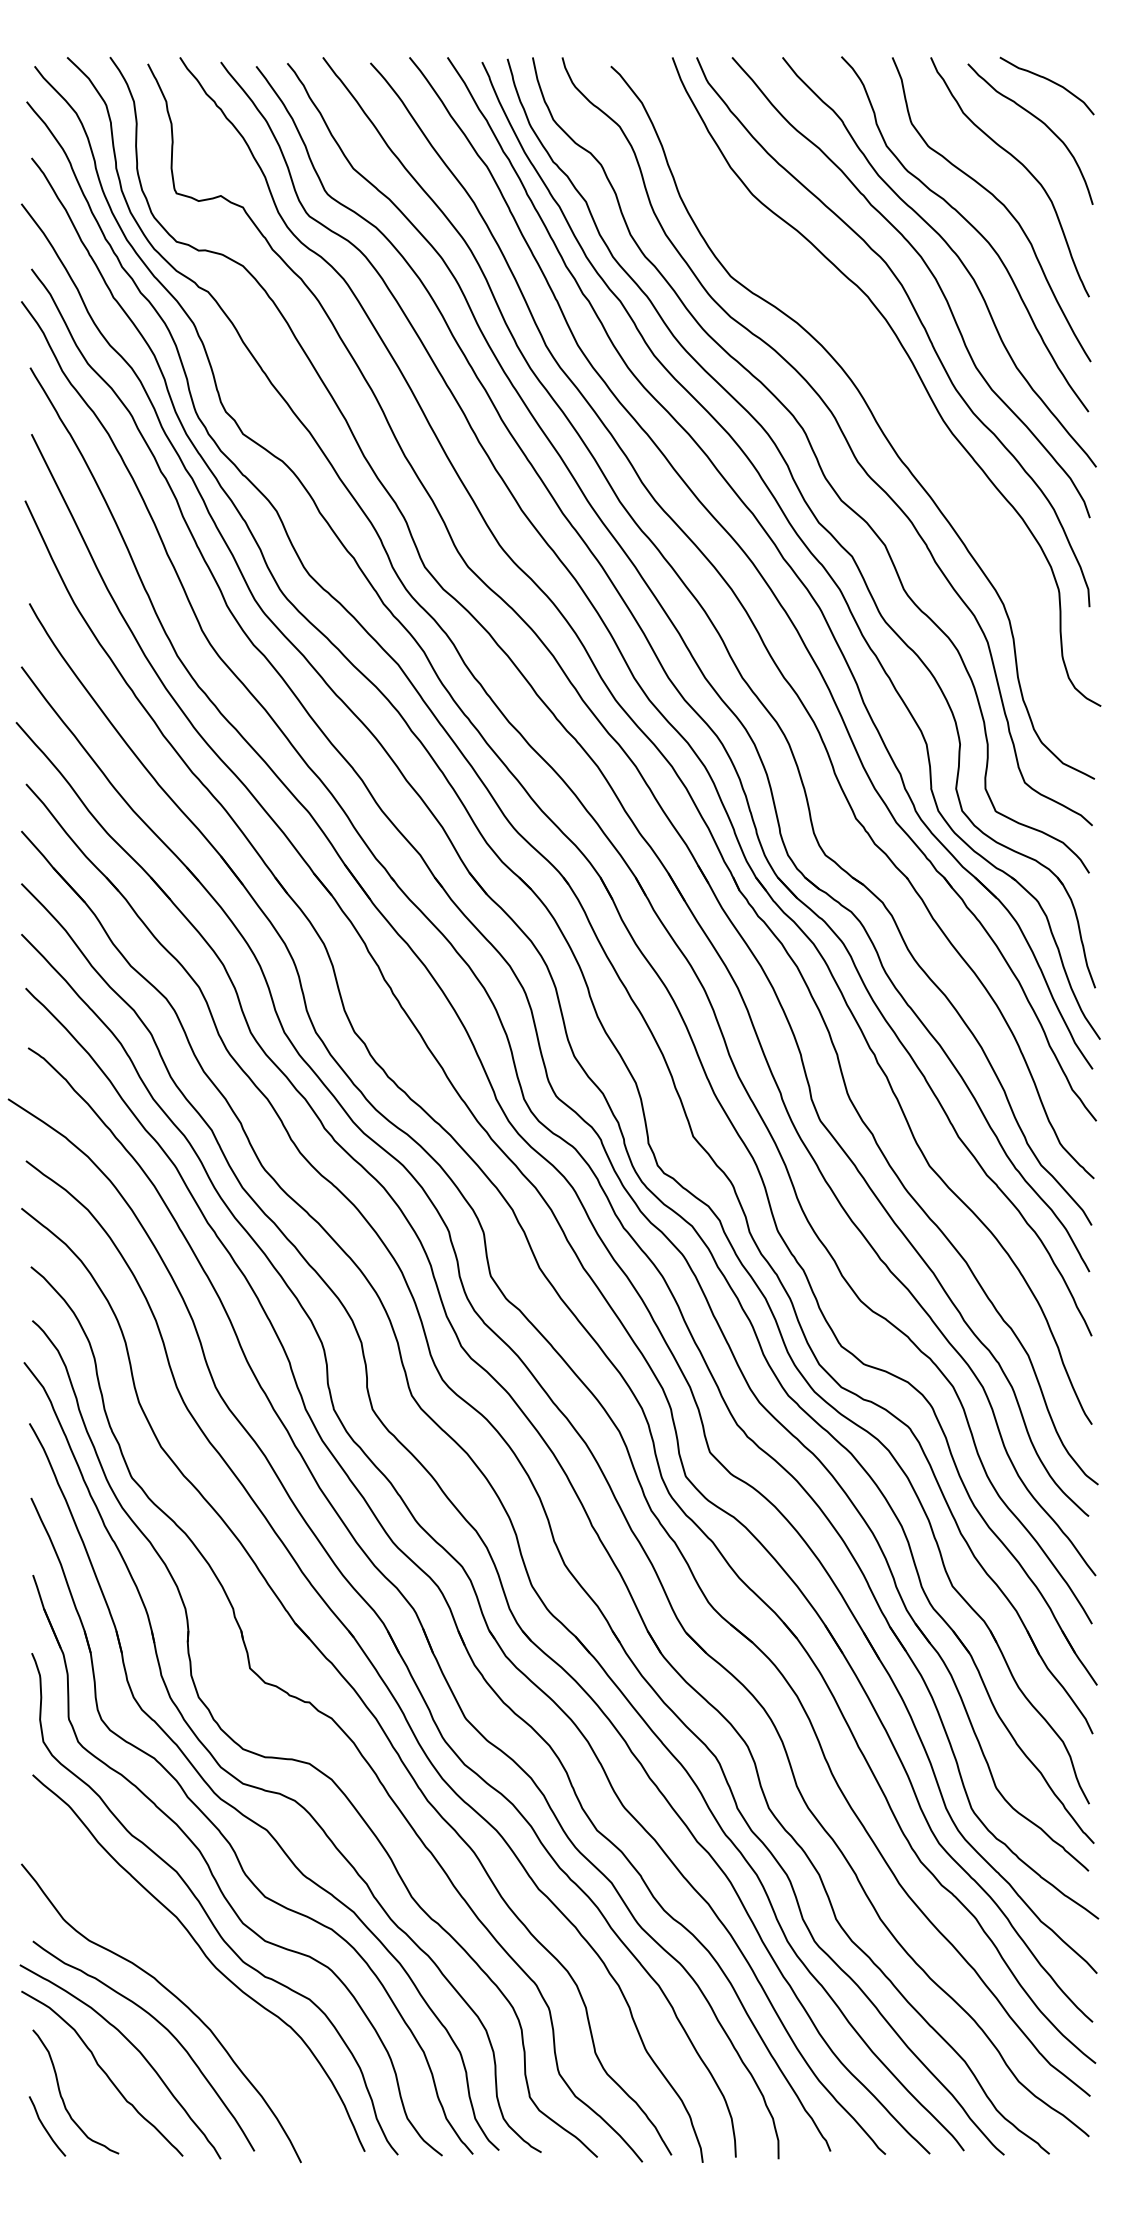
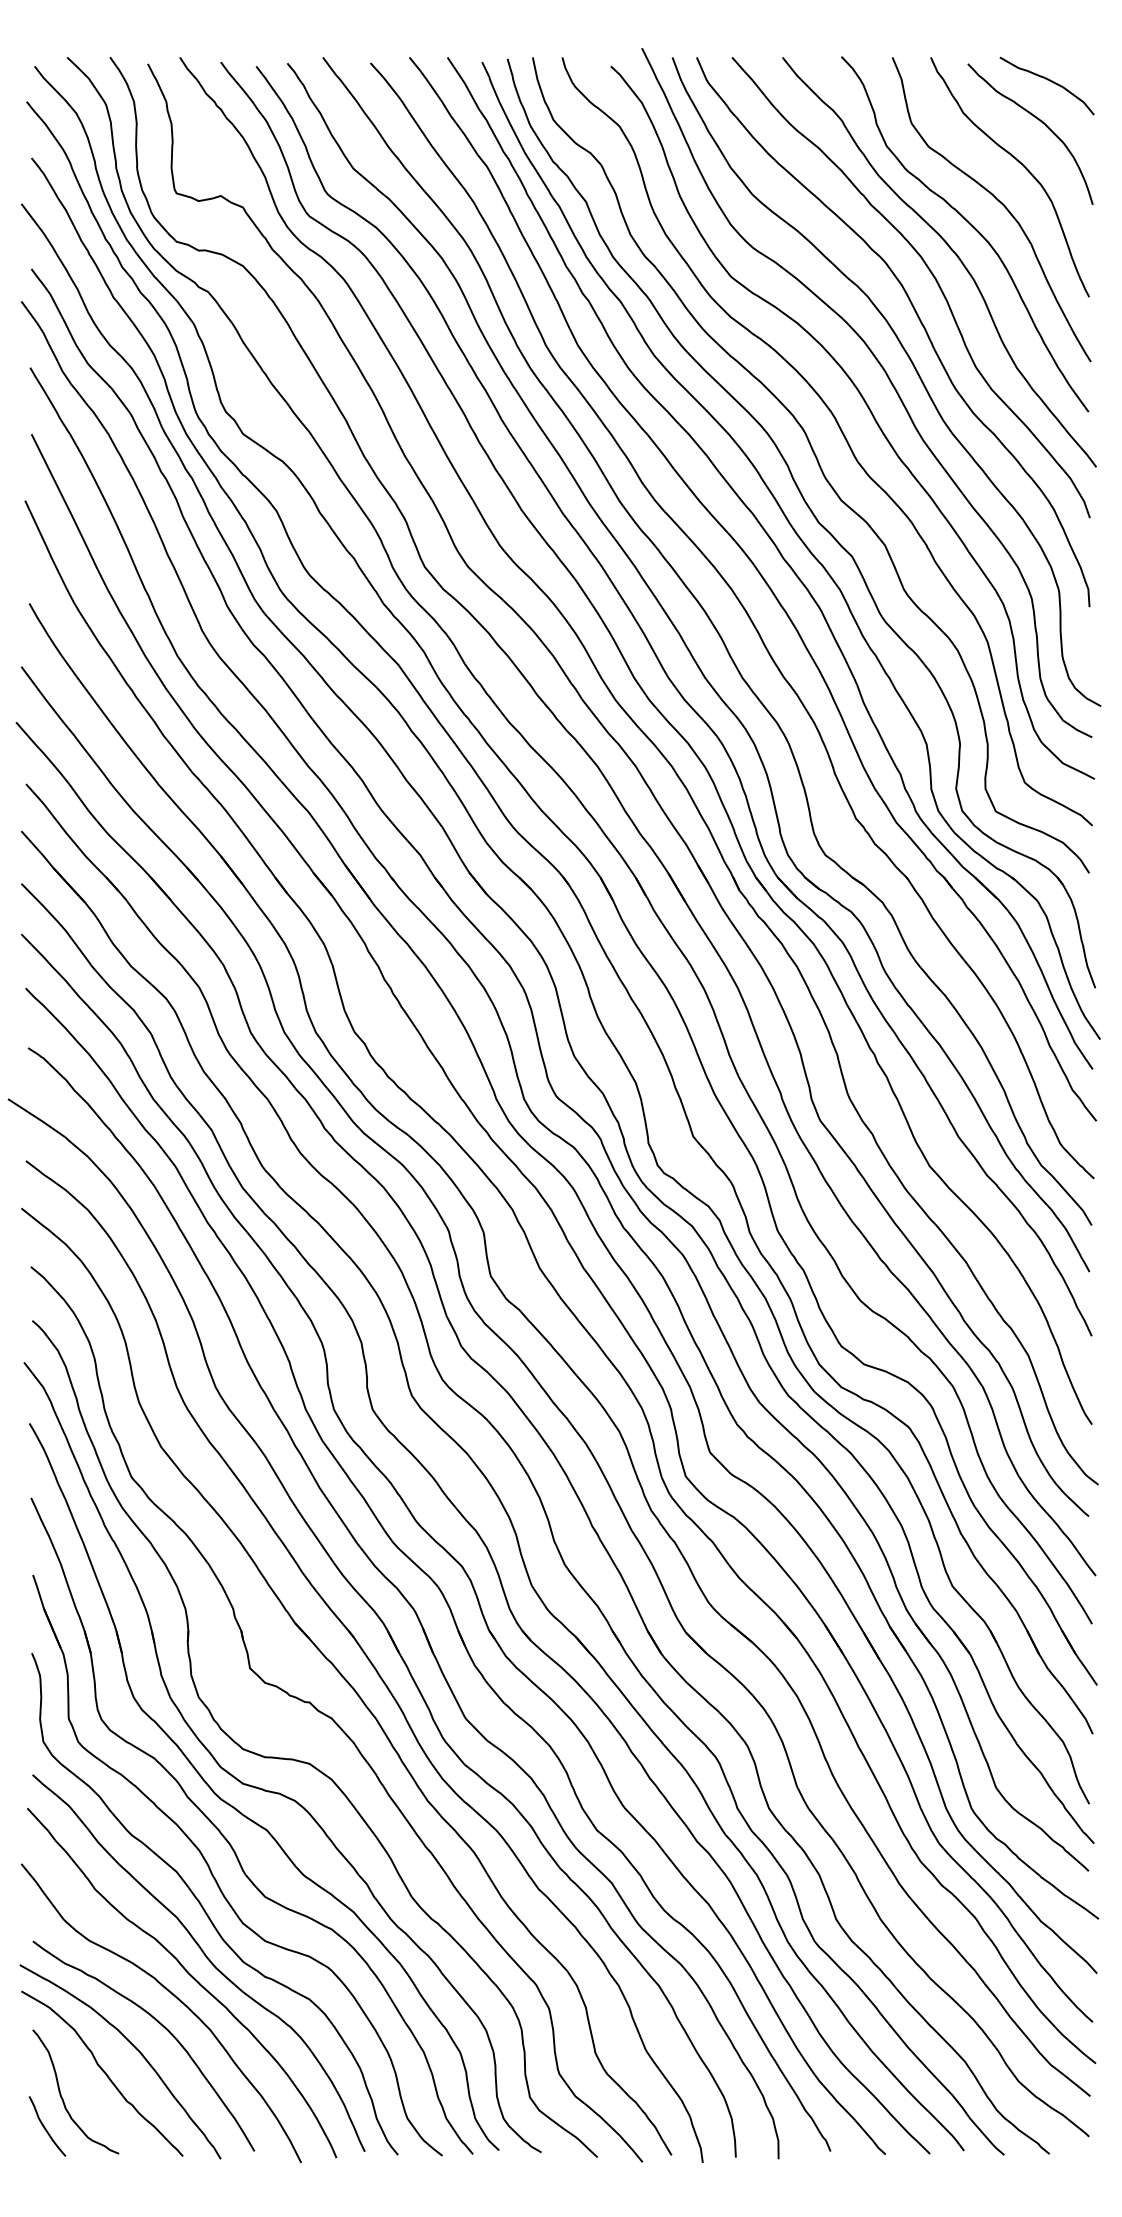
curve at (889, 381): none -> present
curve at (189, 1975): none -> present
